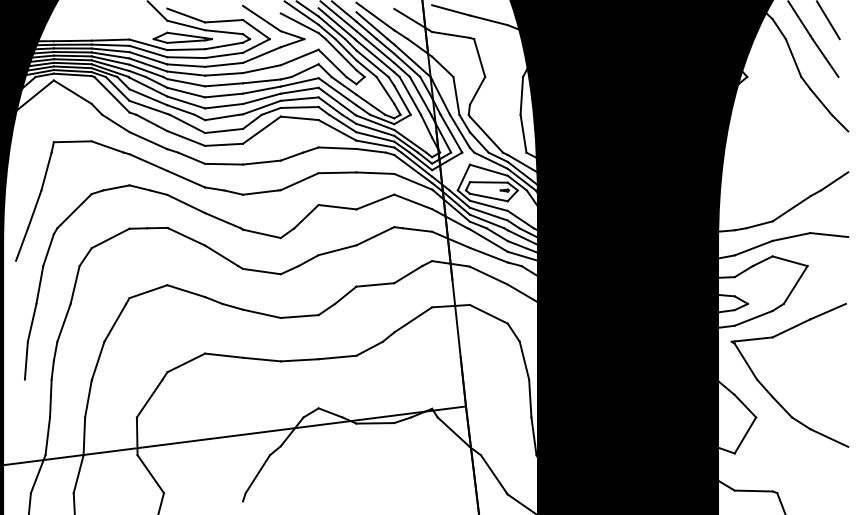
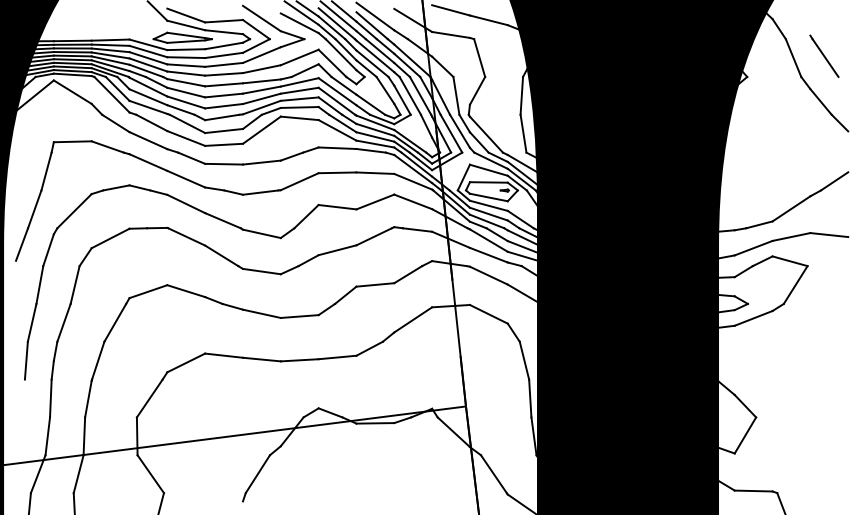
line at (799, 18): present -> none
line at (828, 20): present -> none
part at (768, 390): present -> none
